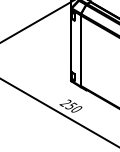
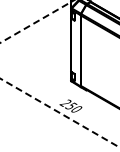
line at (36, 21): solid -> dashed
line at (60, 113): solid -> dashed
